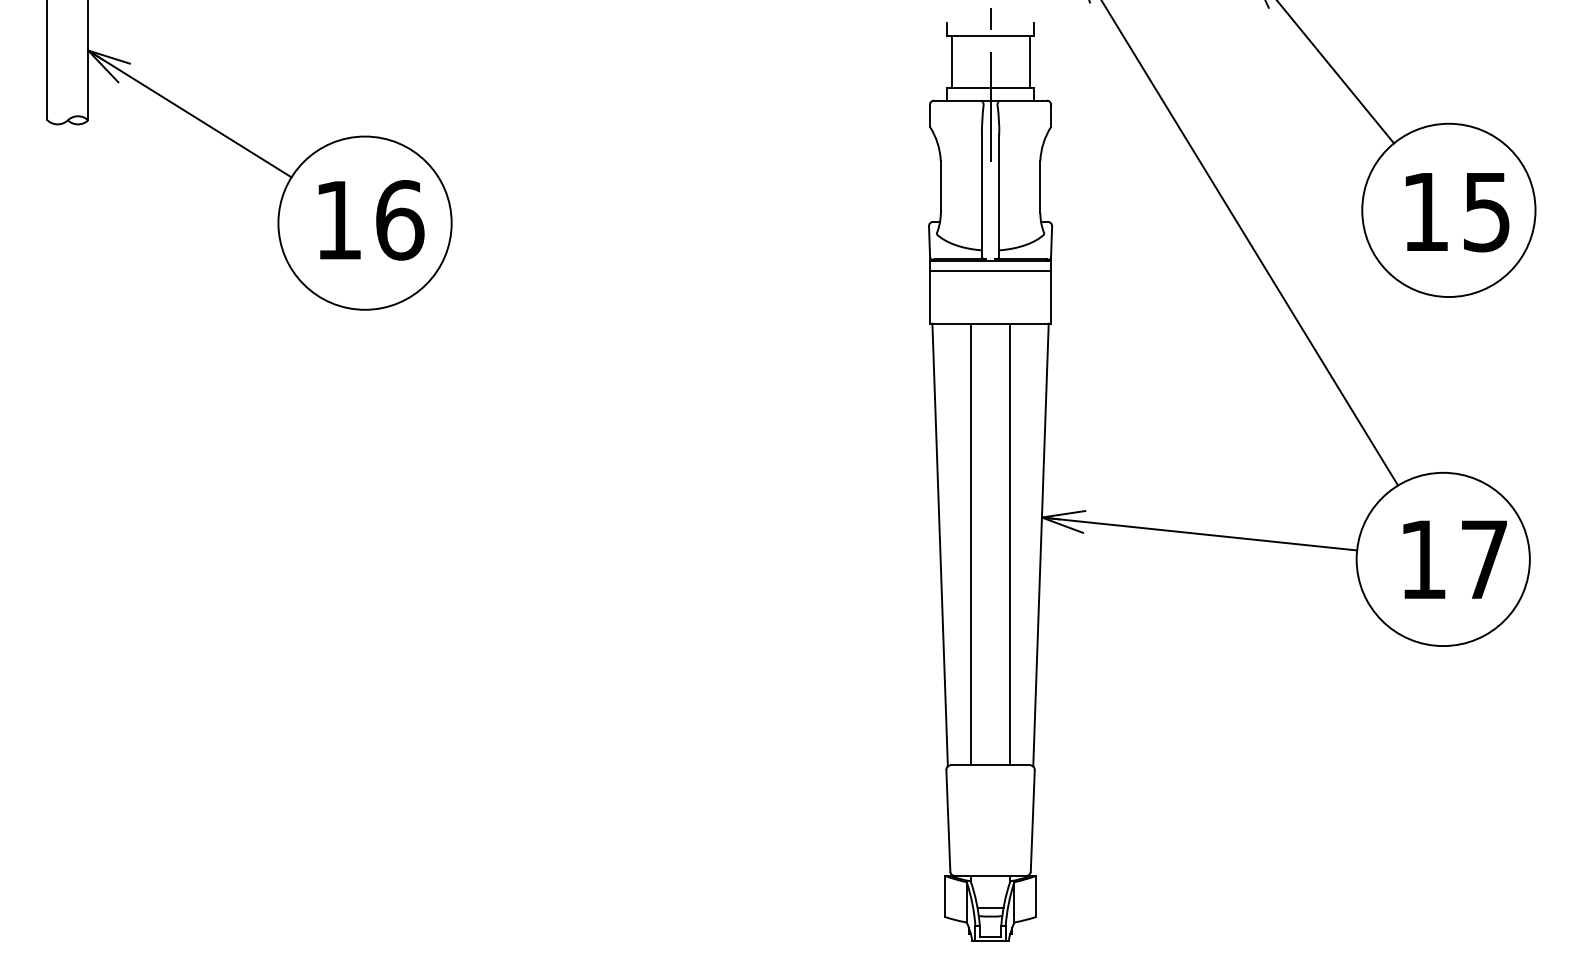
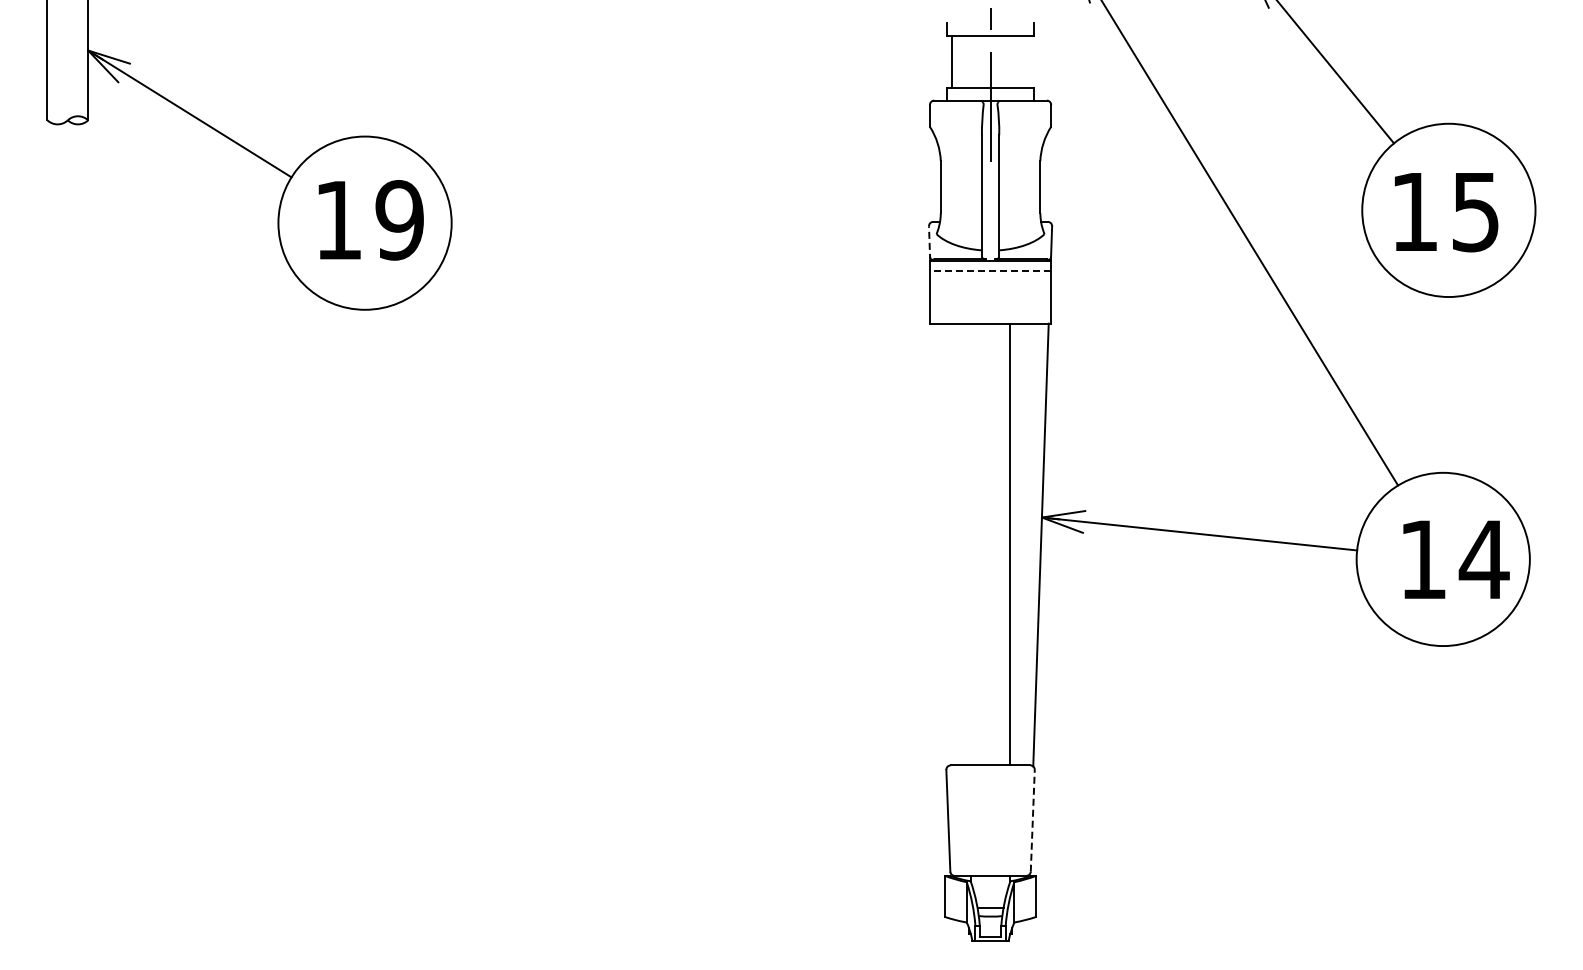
line at (1029, 61): present -> none
text at (1457, 212) position: (1457, 212) -> (1446, 212)
text at (399, 220): 16 -> 19
line at (929, 243): solid -> dashed
line at (990, 270): solid -> dashed
line at (939, 544): present -> none
line at (971, 544): present -> none
text at (1483, 559): 17 -> 14
line at (1032, 820): solid -> dashed
